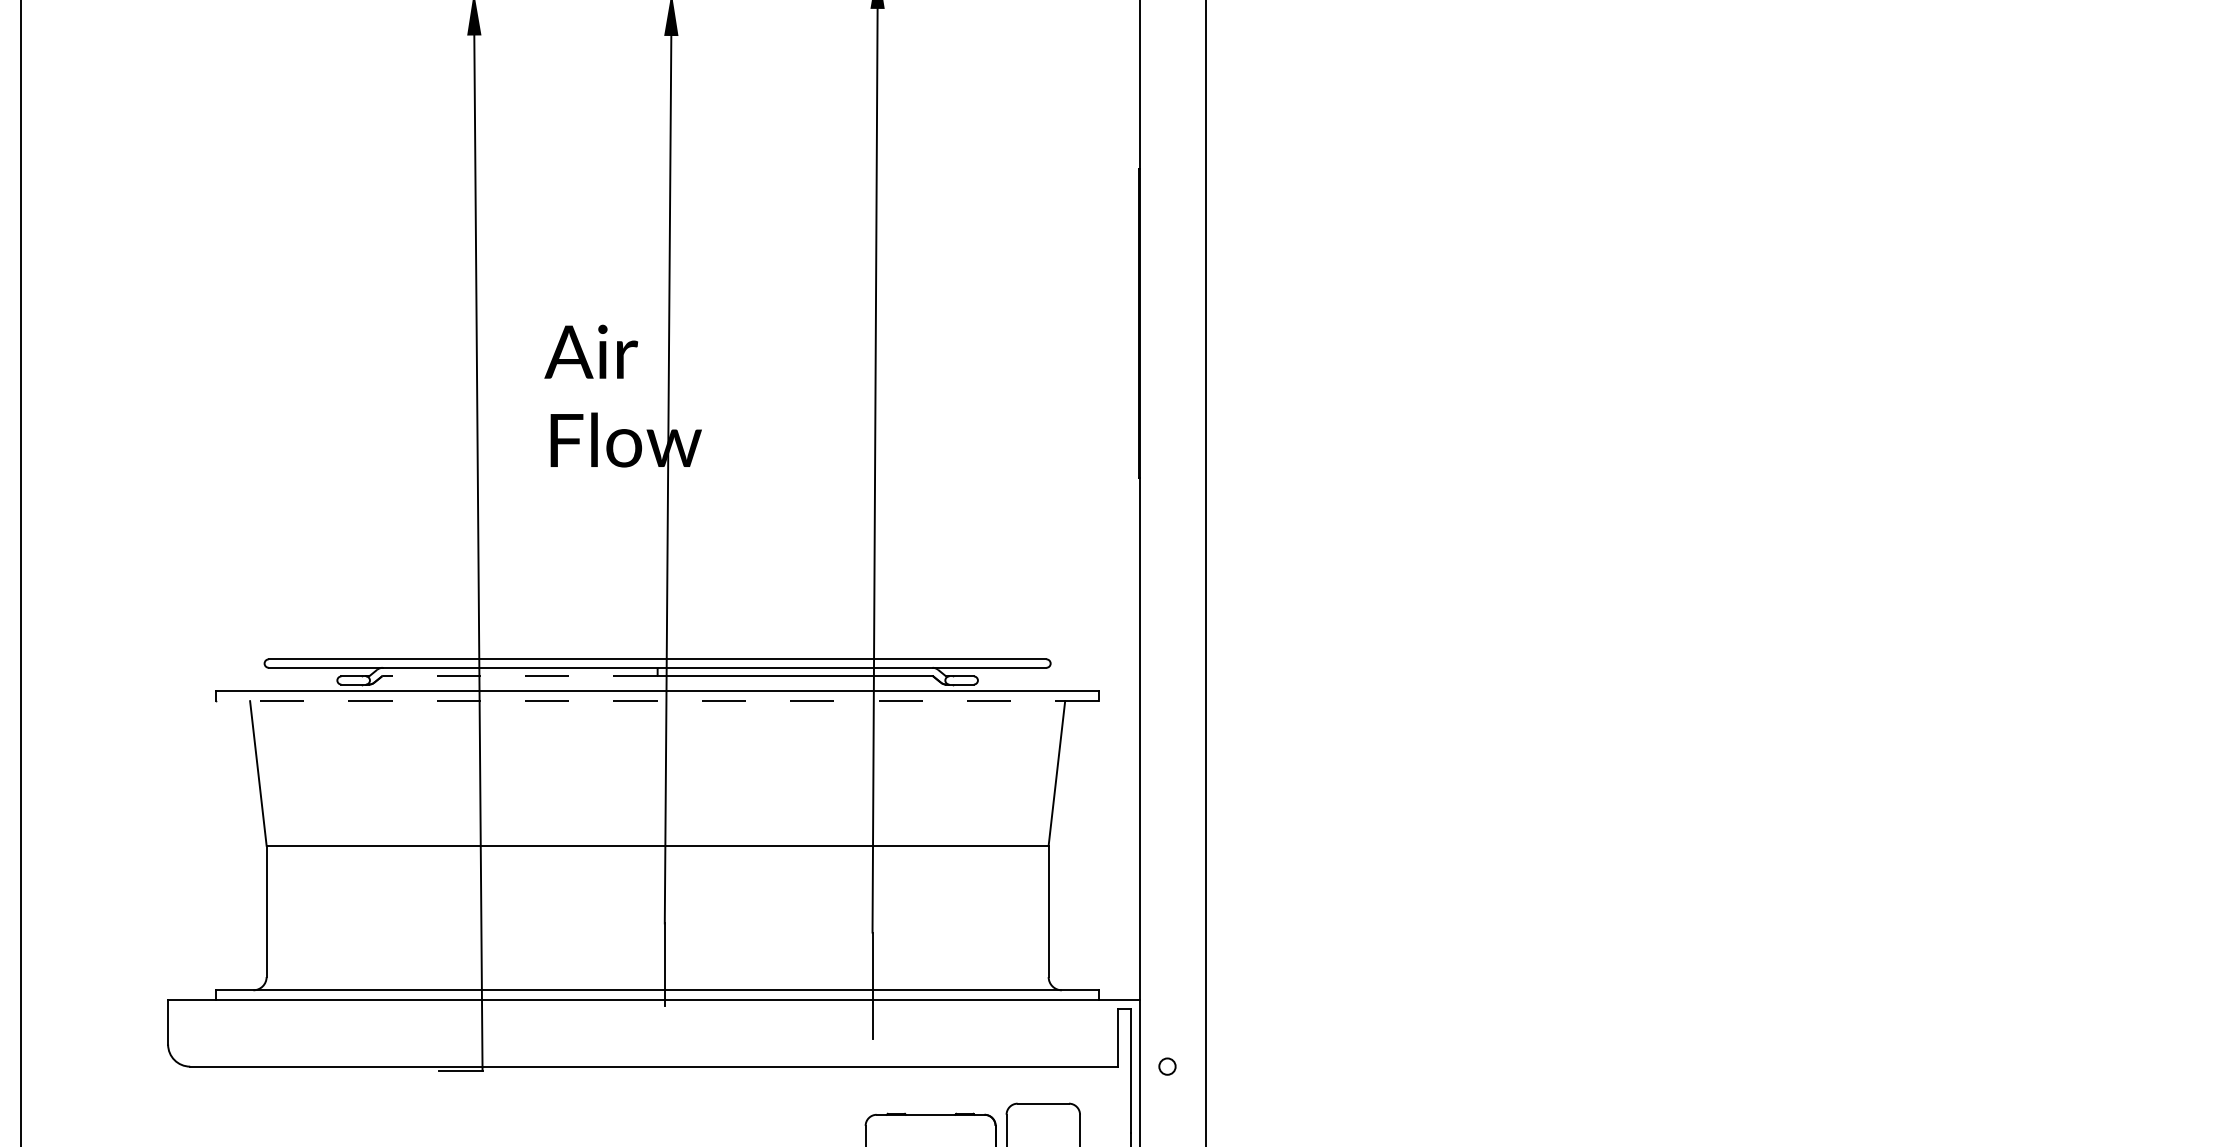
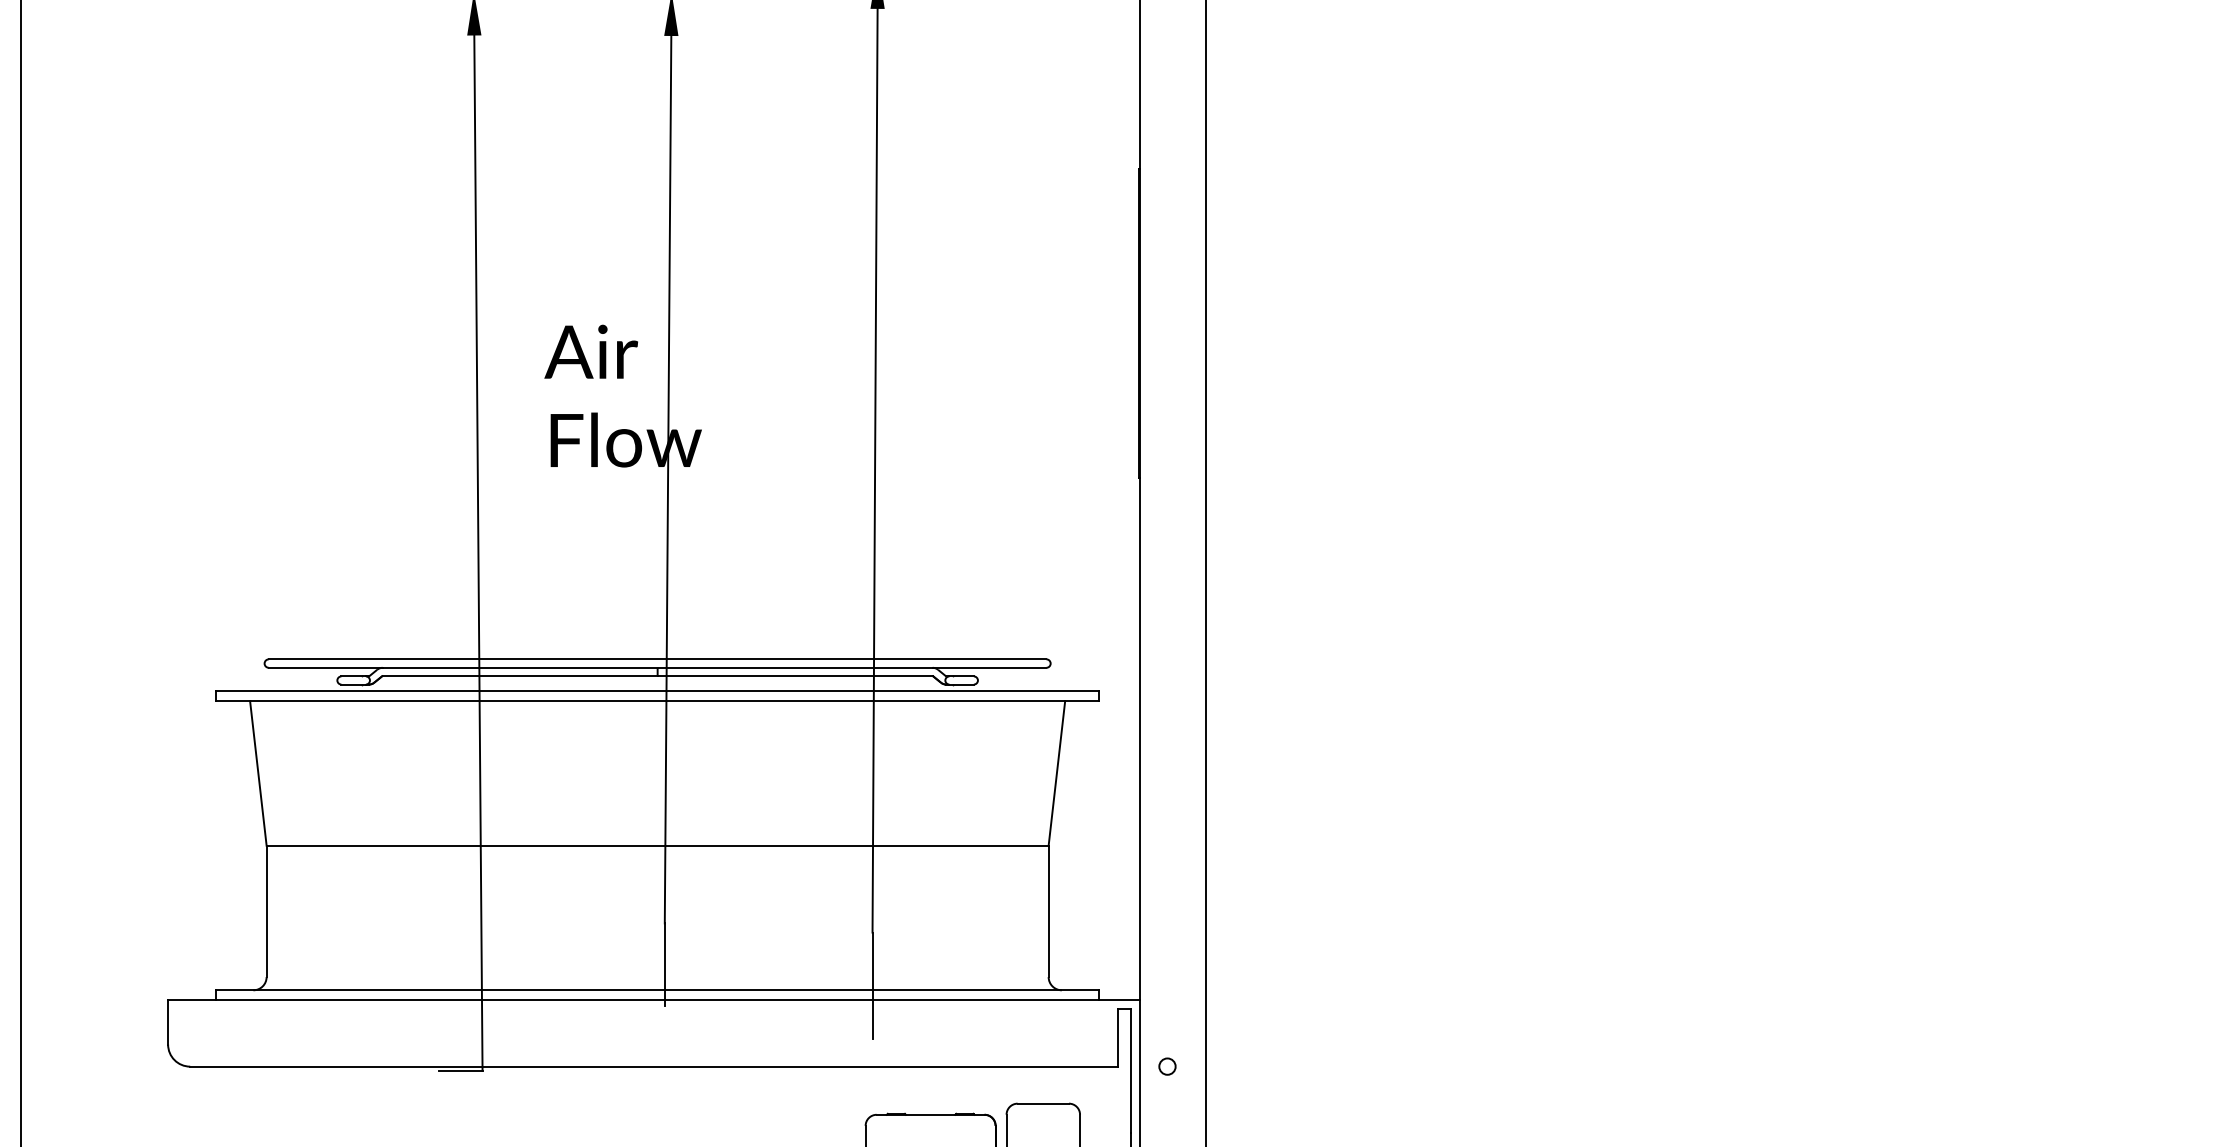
line at (520, 675): dashed -> solid
line at (657, 701): dashed -> solid
